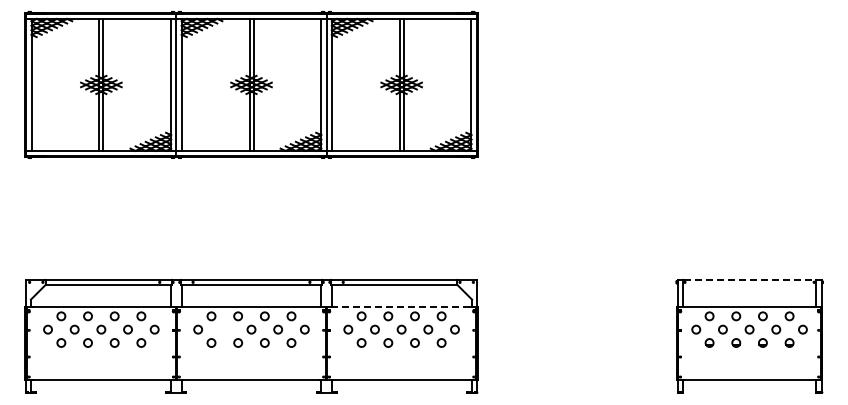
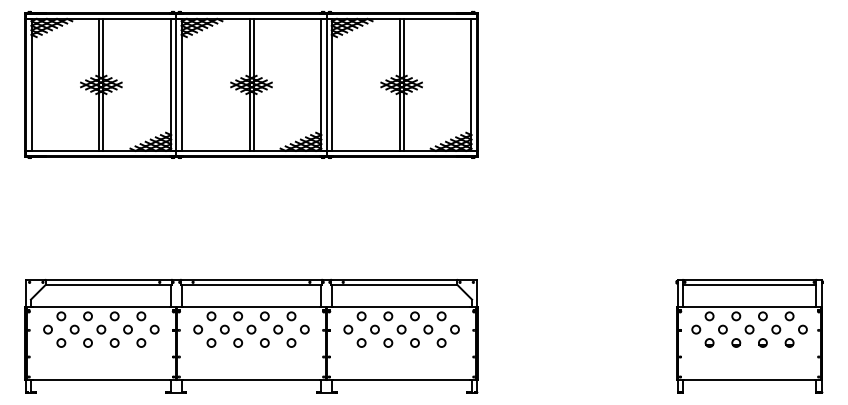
line at (749, 279): dashed -> solid
line at (749, 285): none -> present
line at (401, 307): dashed -> solid
circle at (224, 329): none -> present
